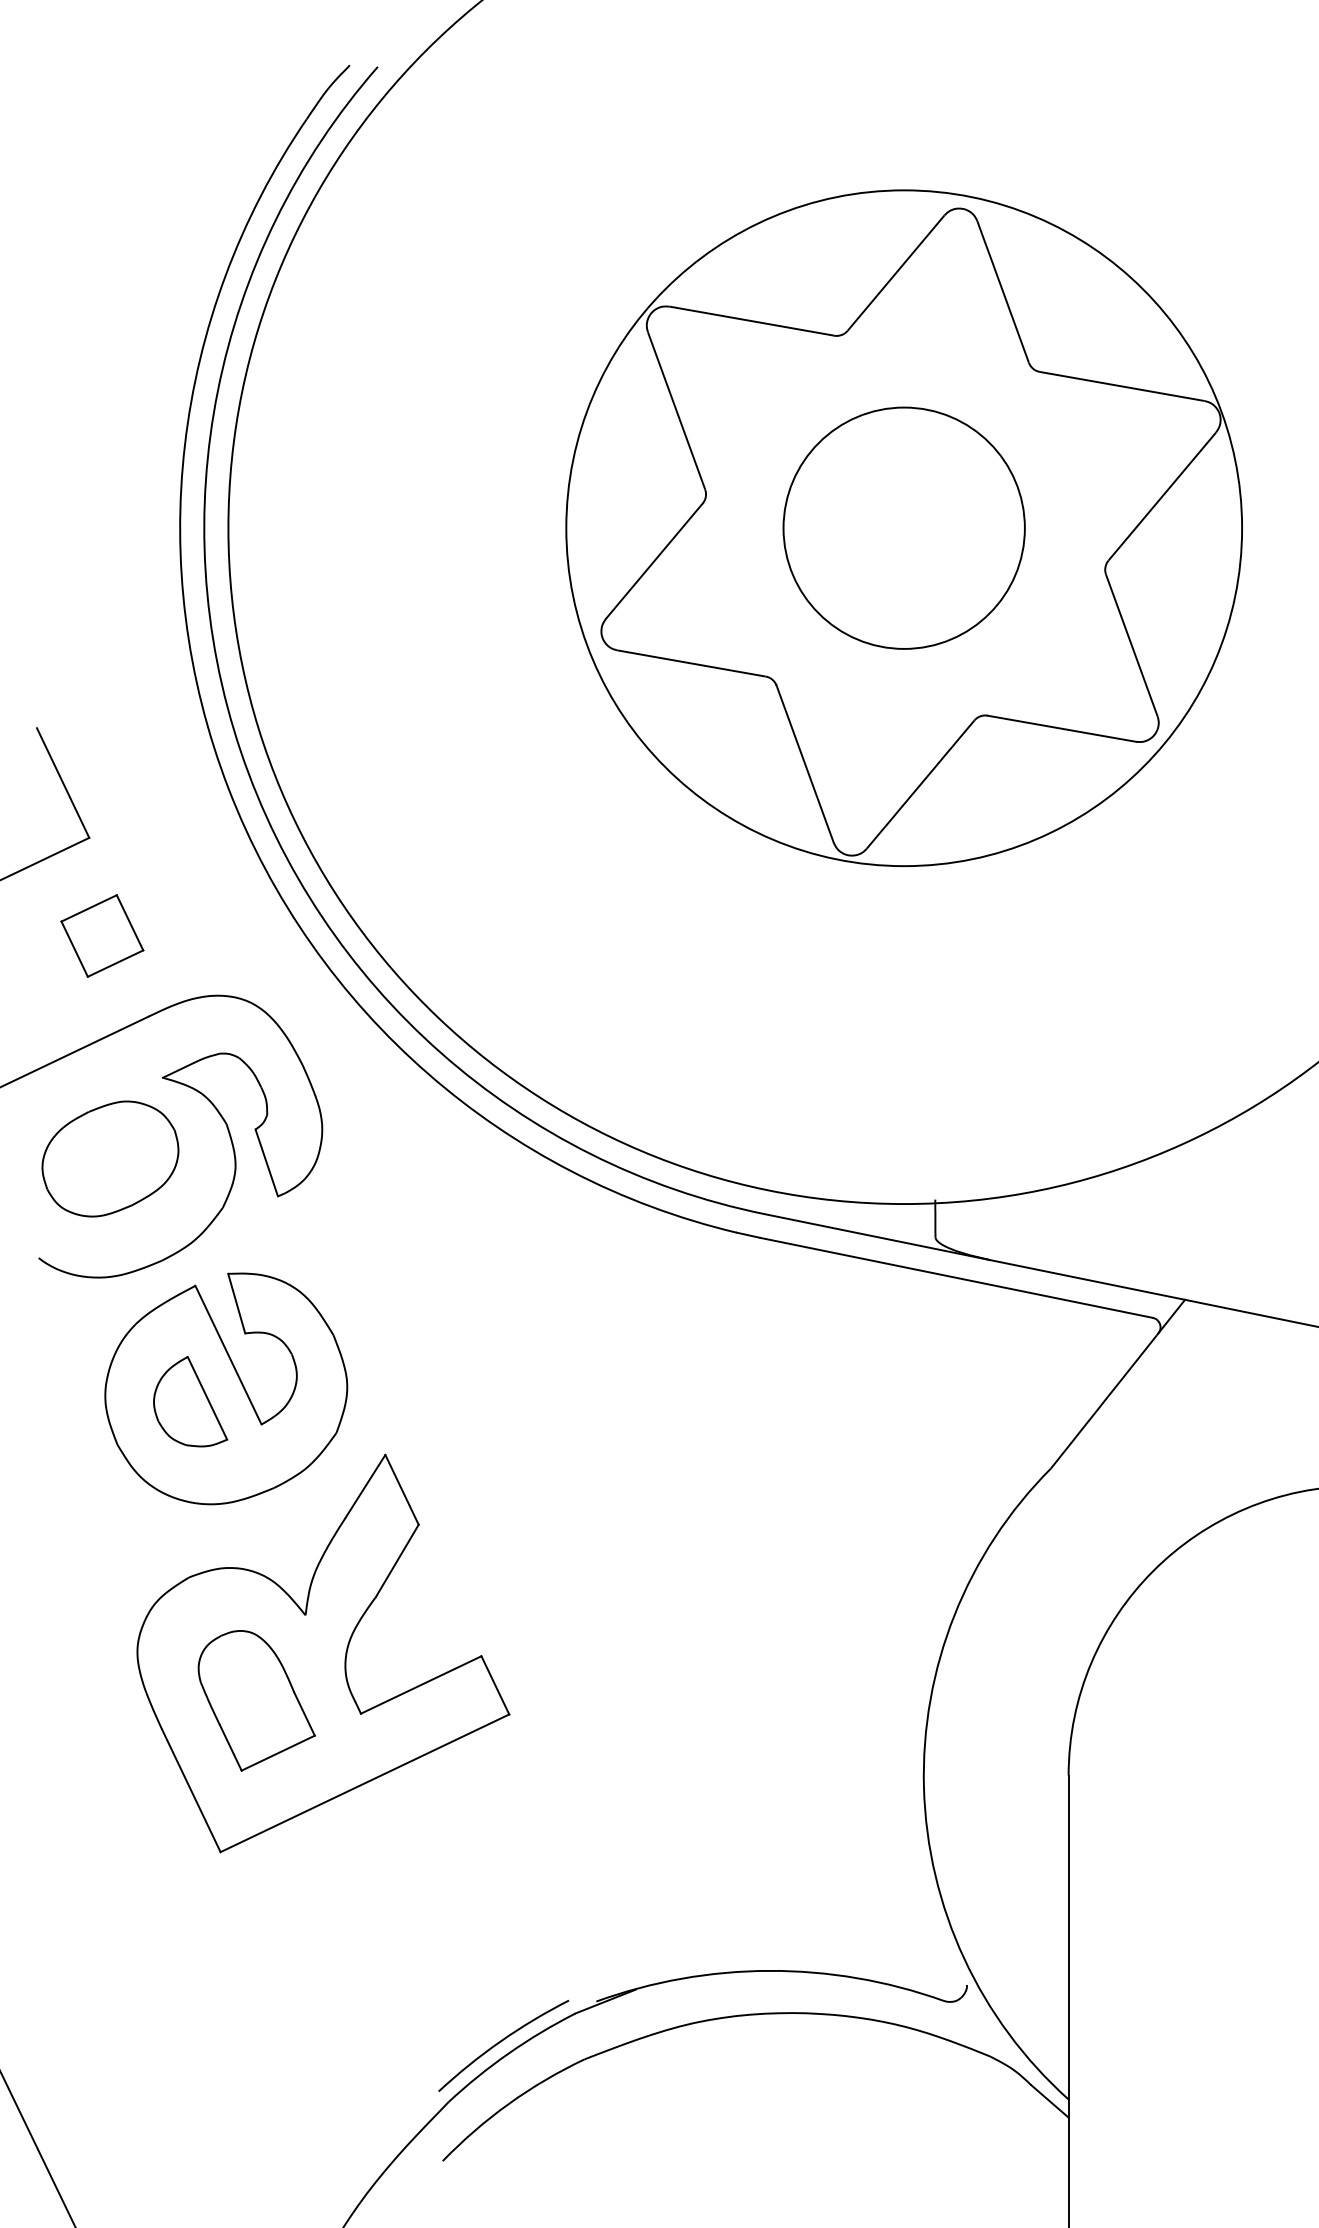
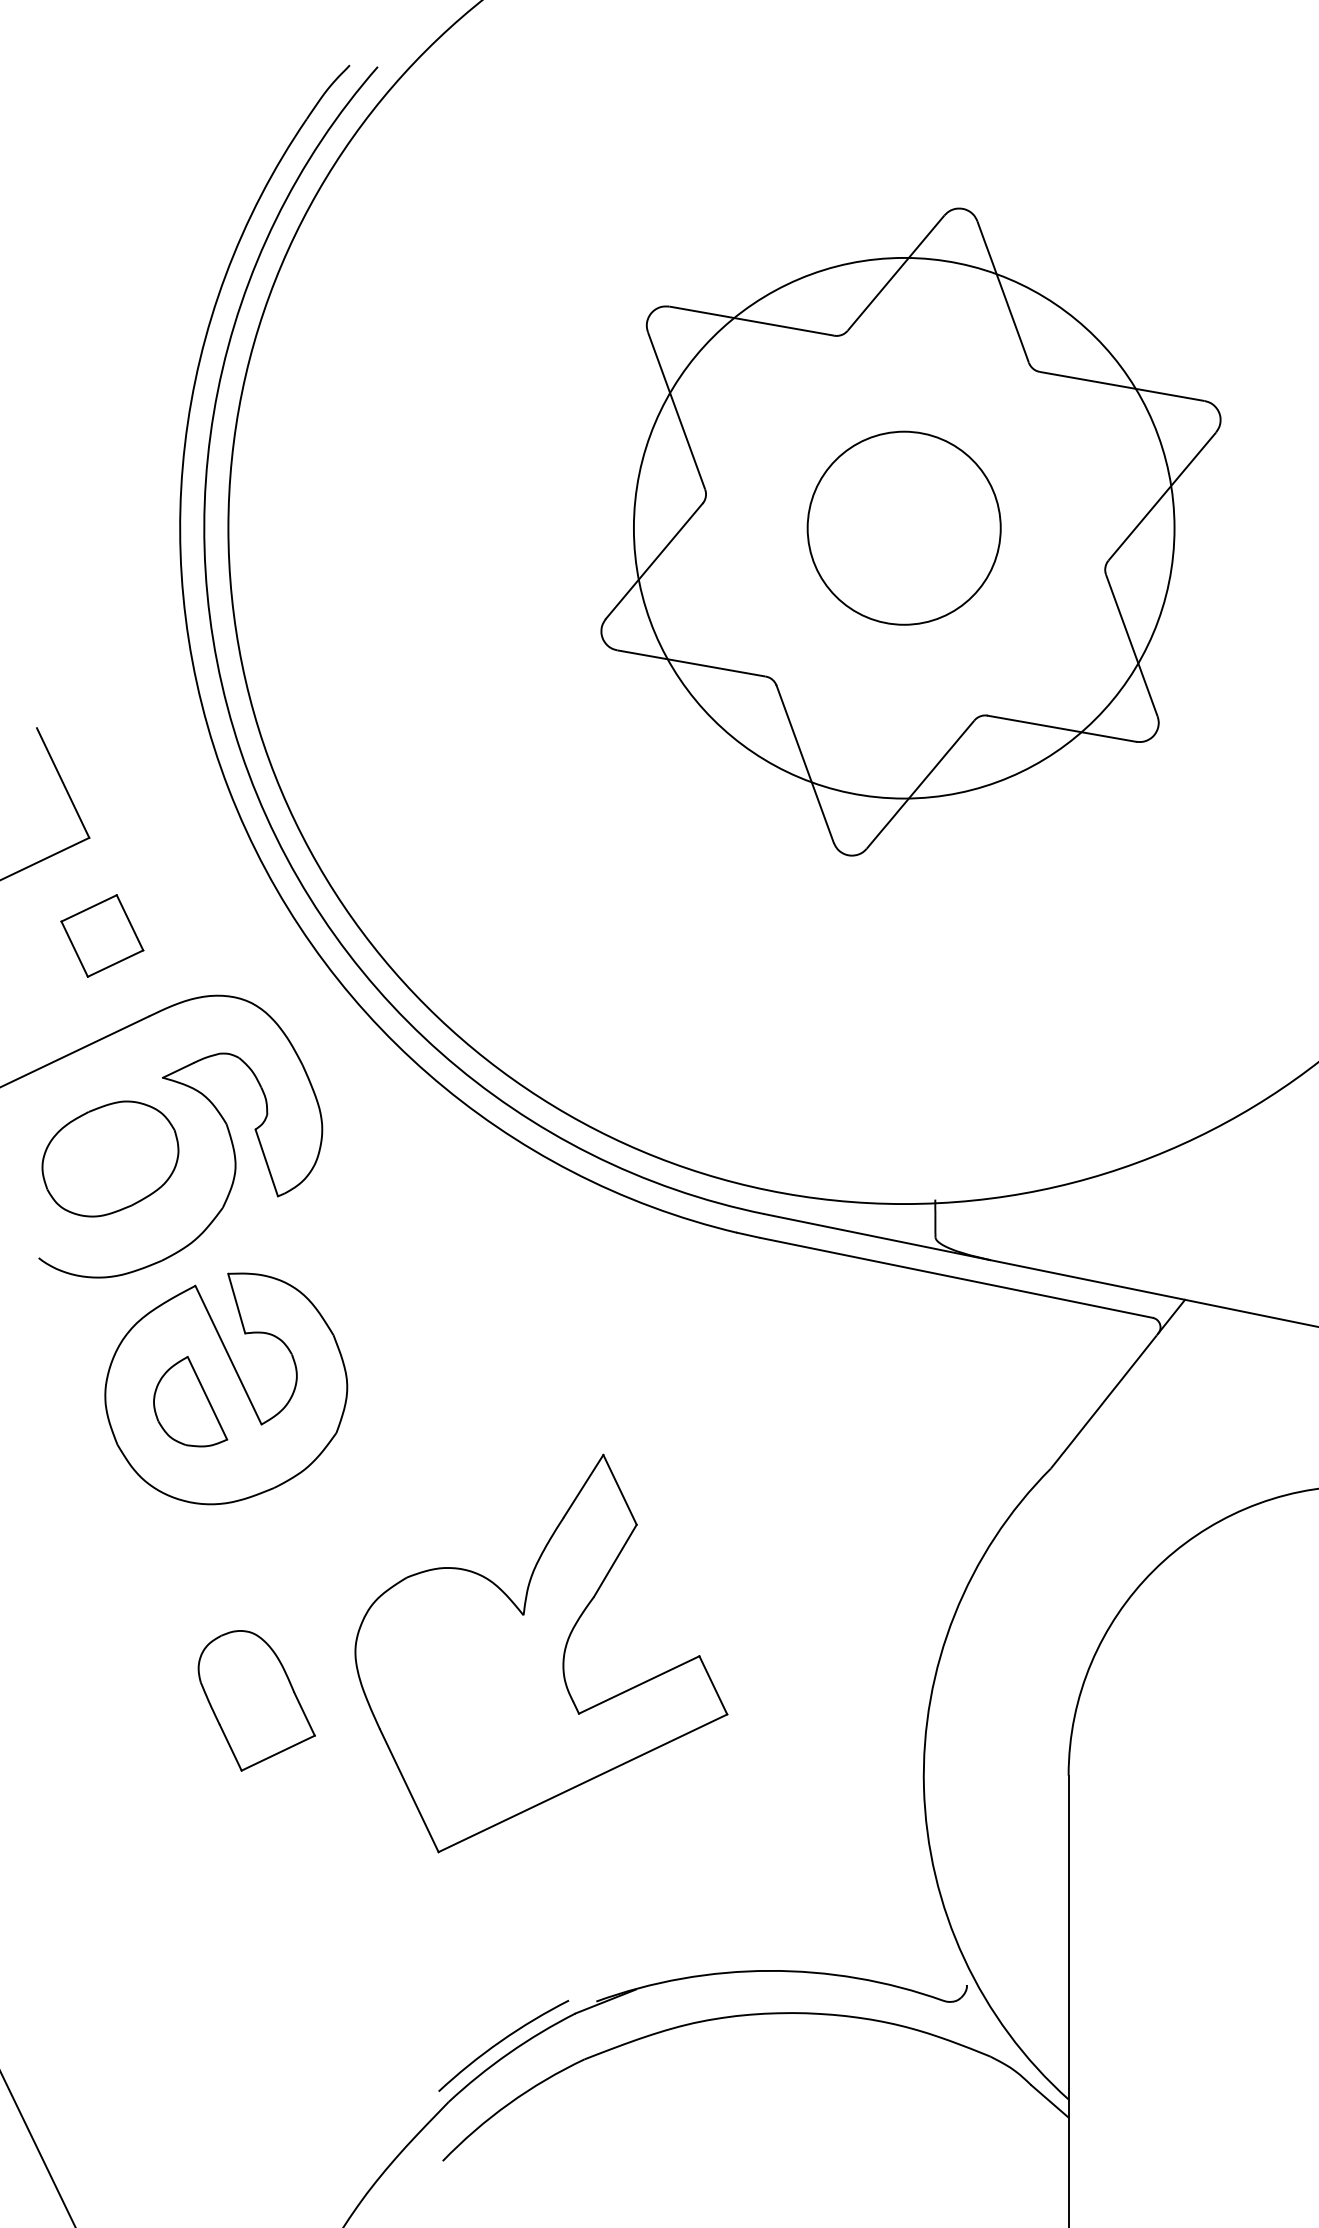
circle at (903, 527) diameter: 241 px -> 193 px
circle at (904, 528) diameter: 676 px -> 541 px
part at (323, 1653) position: (323, 1653) -> (541, 1653)
